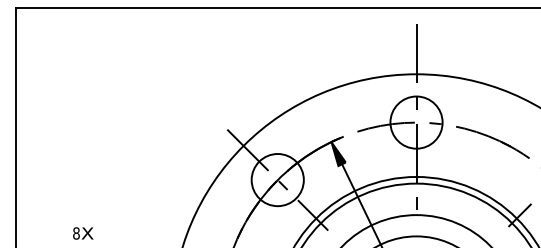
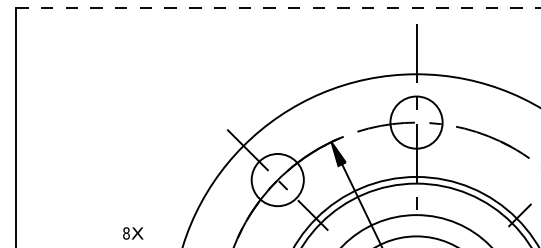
line at (278, 7): solid -> dashed
text at (83, 233) position: (83, 233) -> (133, 233)
